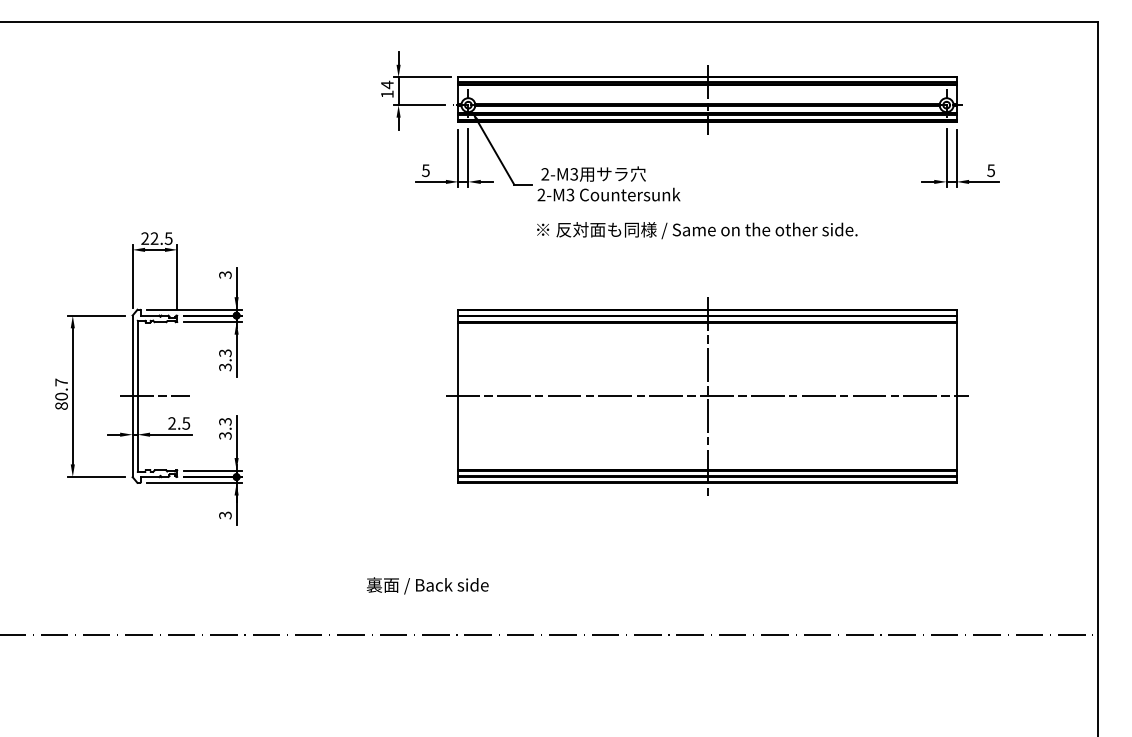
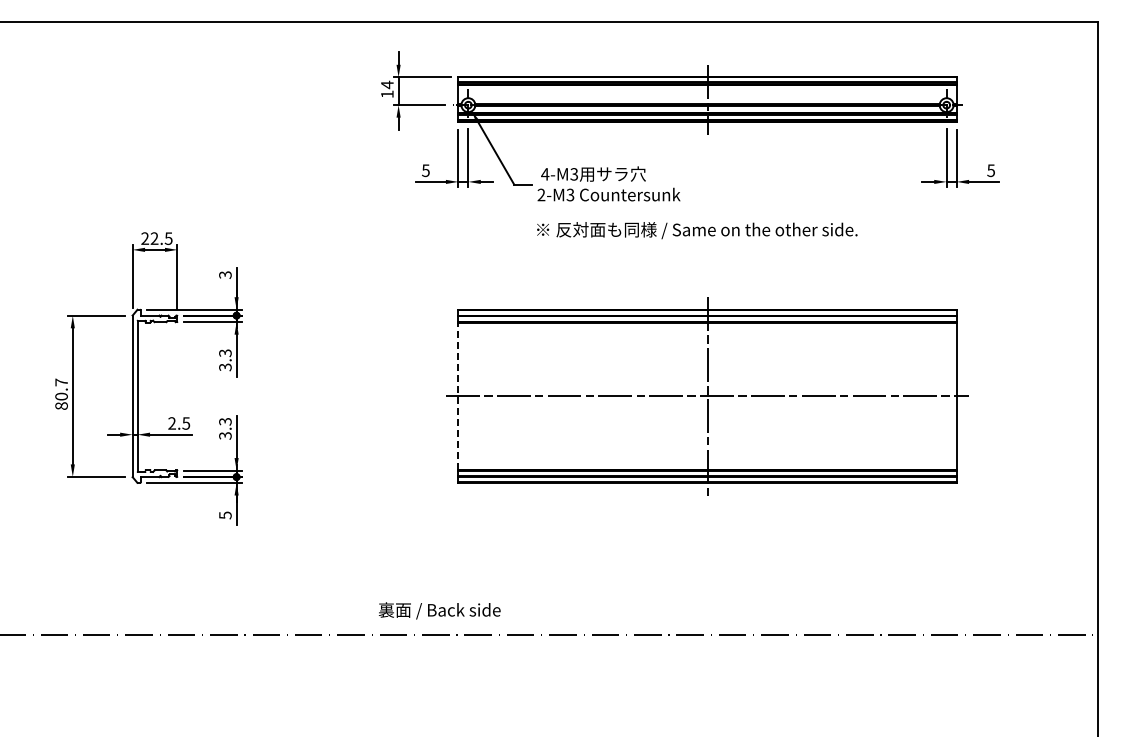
text at (545, 174): 2-M3 -> 4-M3
line at (154, 396): present -> none
line at (458, 396): solid -> dashed
text at (225, 514): 3 -> 5
text at (427, 585) position: (427, 585) -> (439, 610)
